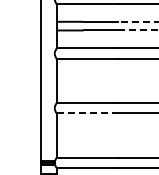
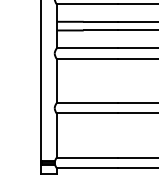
line at (137, 21): dashed -> solid
line at (138, 30): dashed -> solid
line at (87, 113): dashed -> solid
